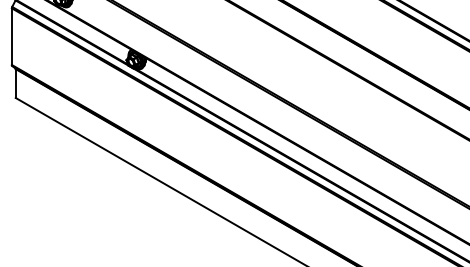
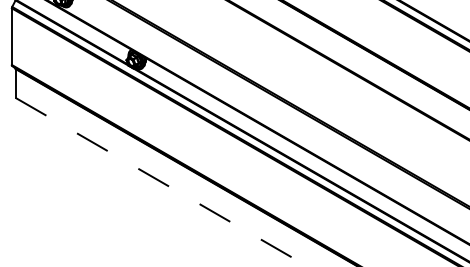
line at (162, 182): solid -> dashed
